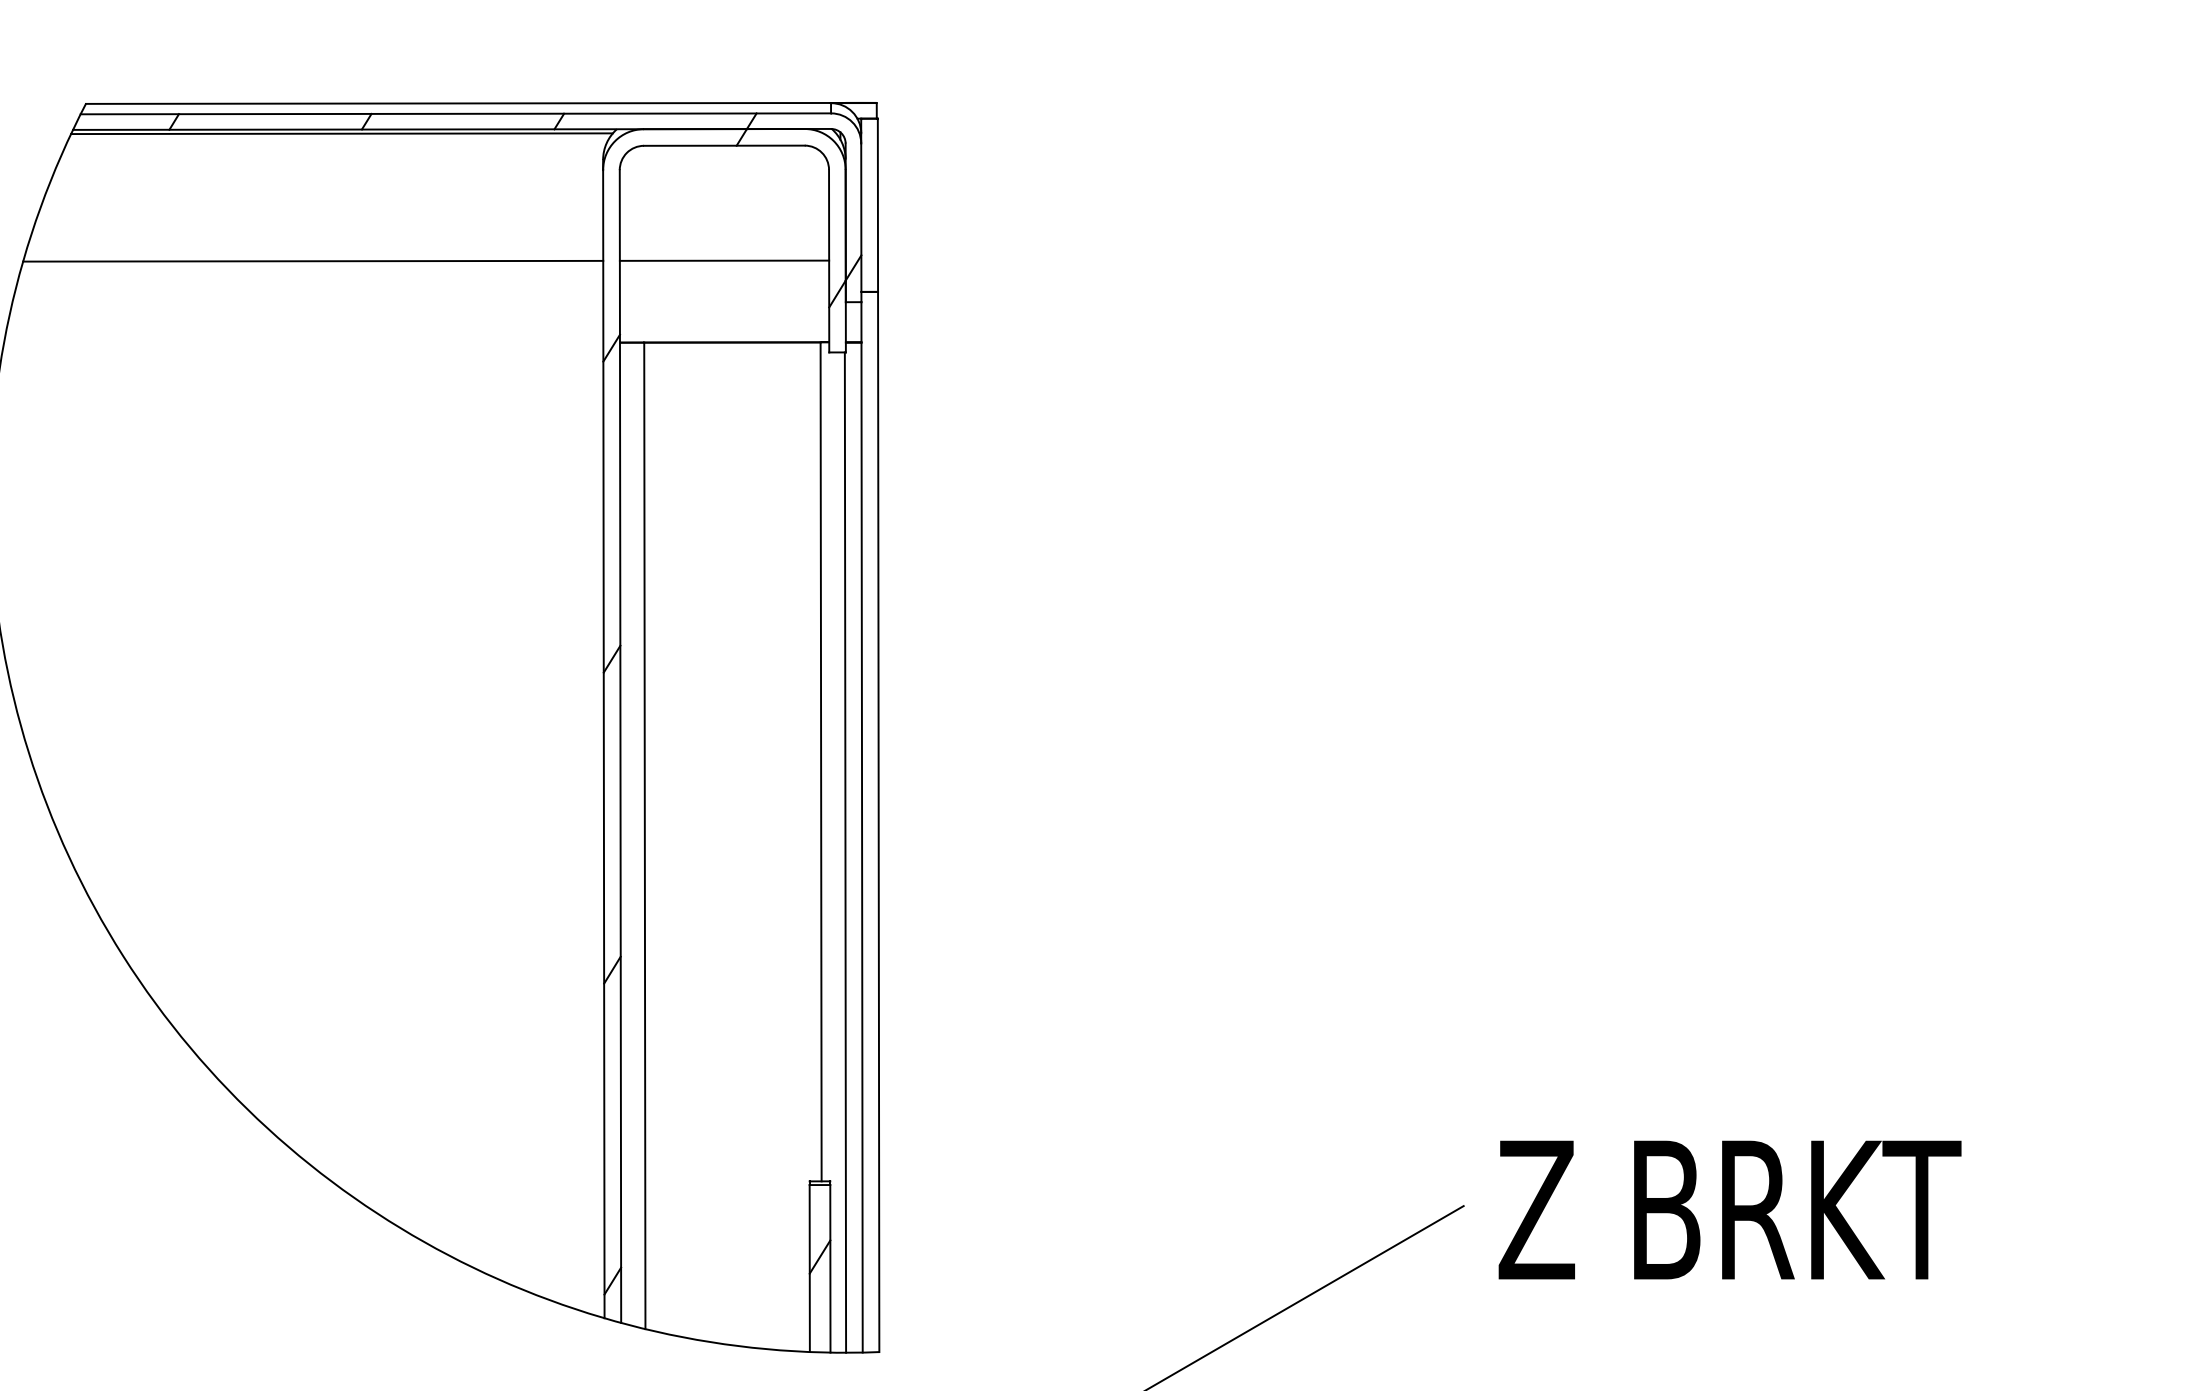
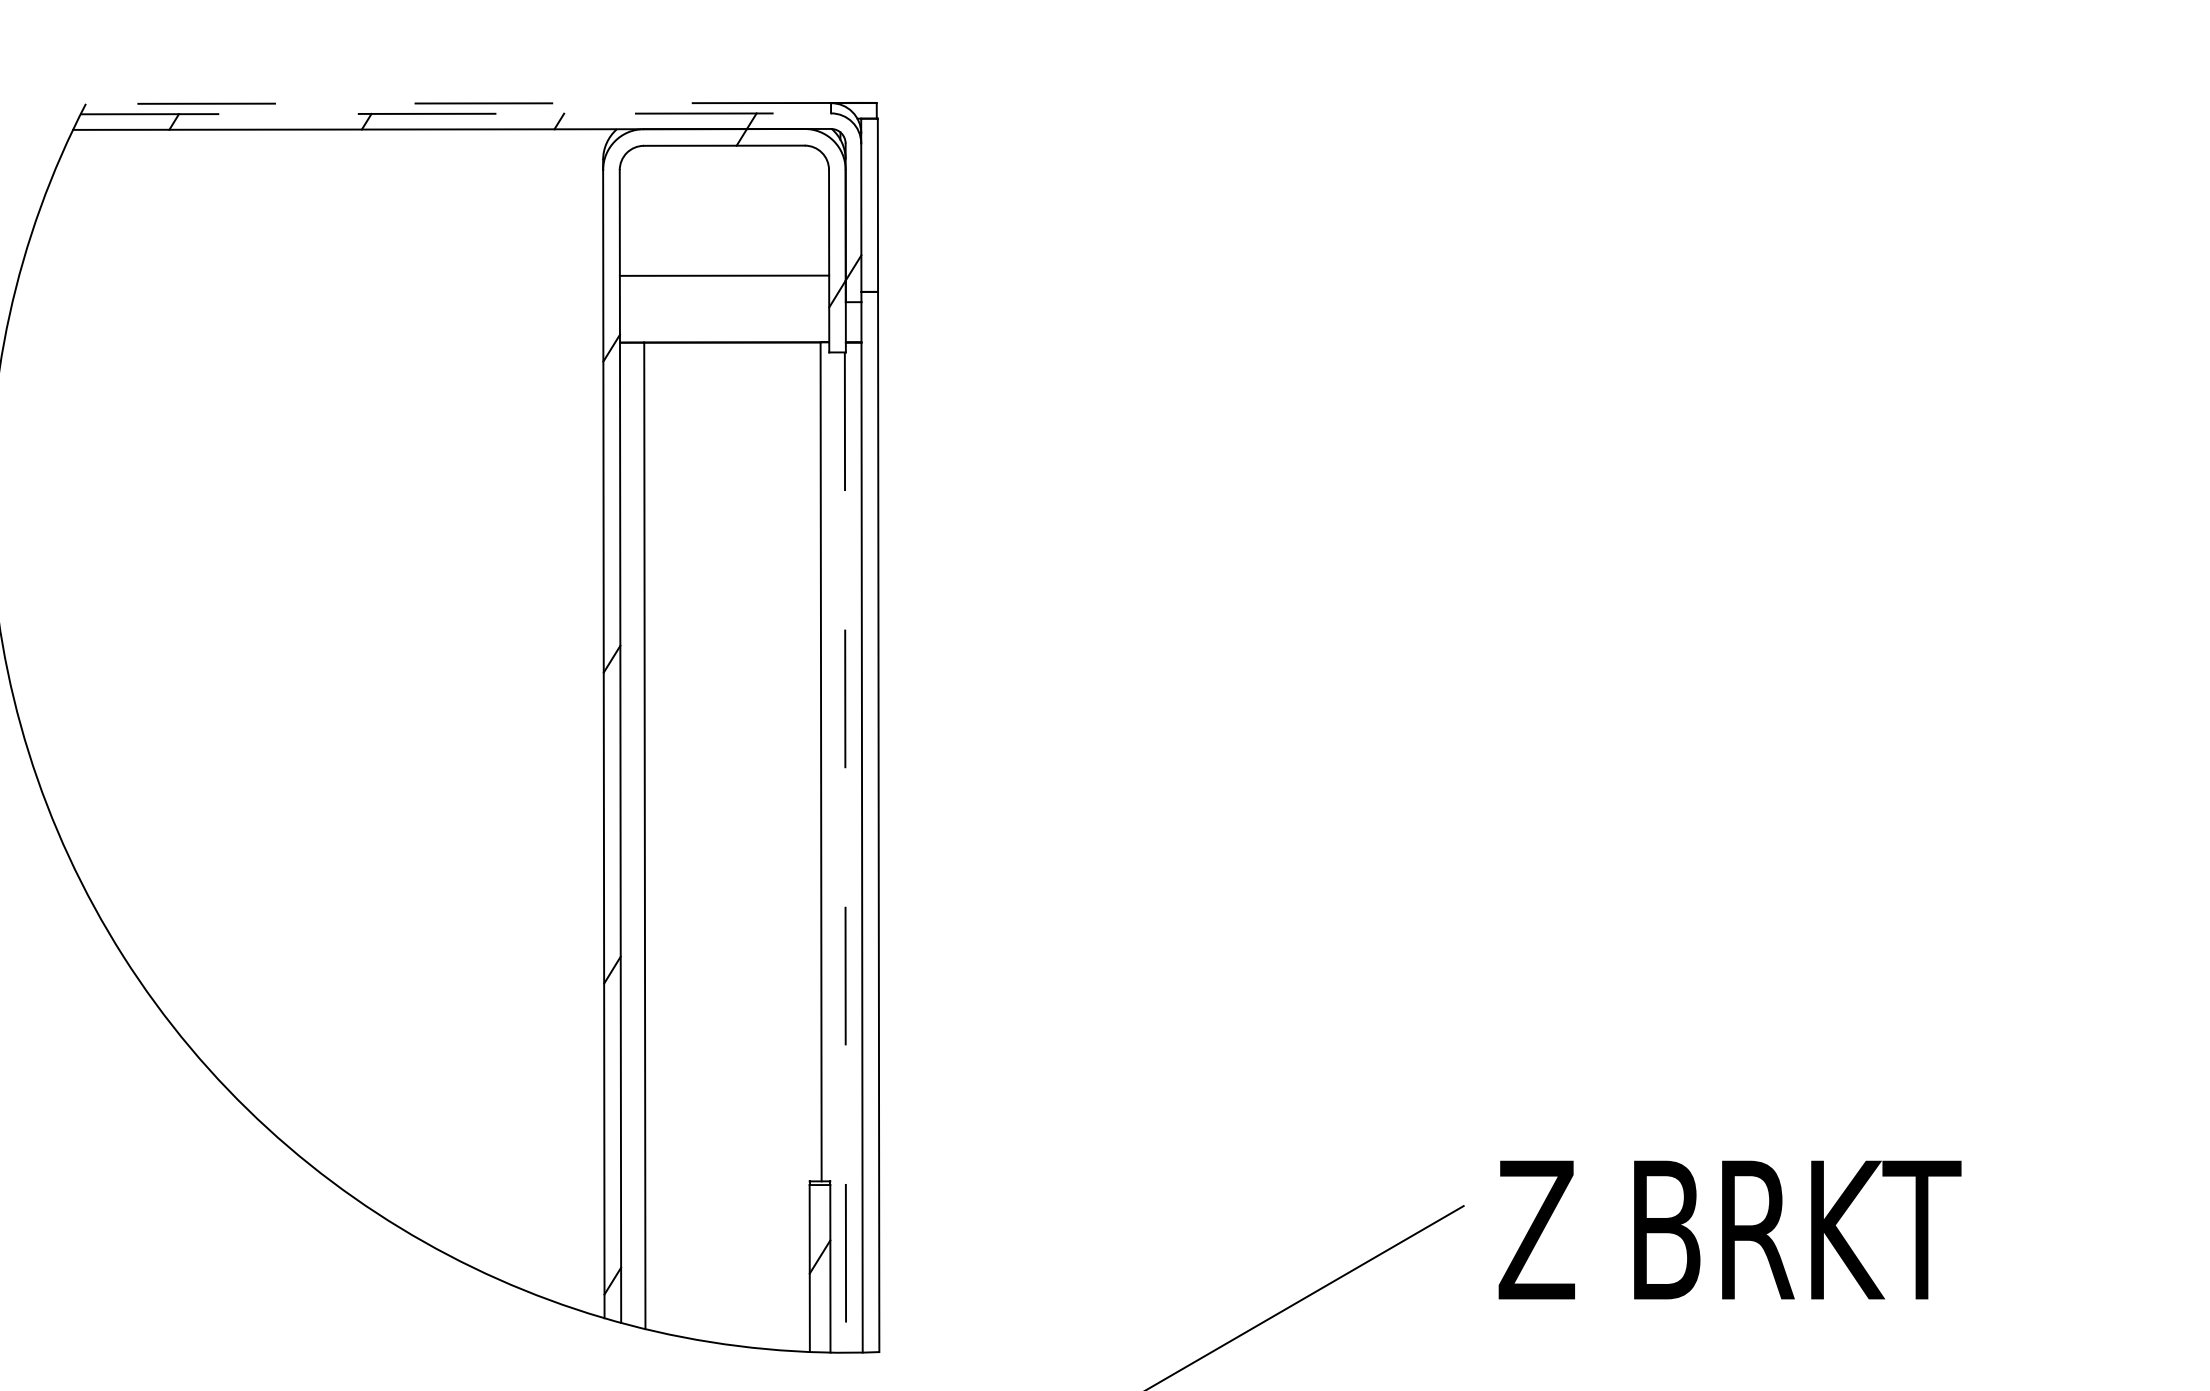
line at (457, 103): solid -> dashed
line at (456, 113): solid -> dashed
line at (341, 133): present -> none
line at (313, 260): present -> none
line at (724, 260) position: (724, 260) -> (724, 275)
line at (845, 853): solid -> dashed
text at (1729, 1209) position: (1729, 1209) -> (1729, 1229)
